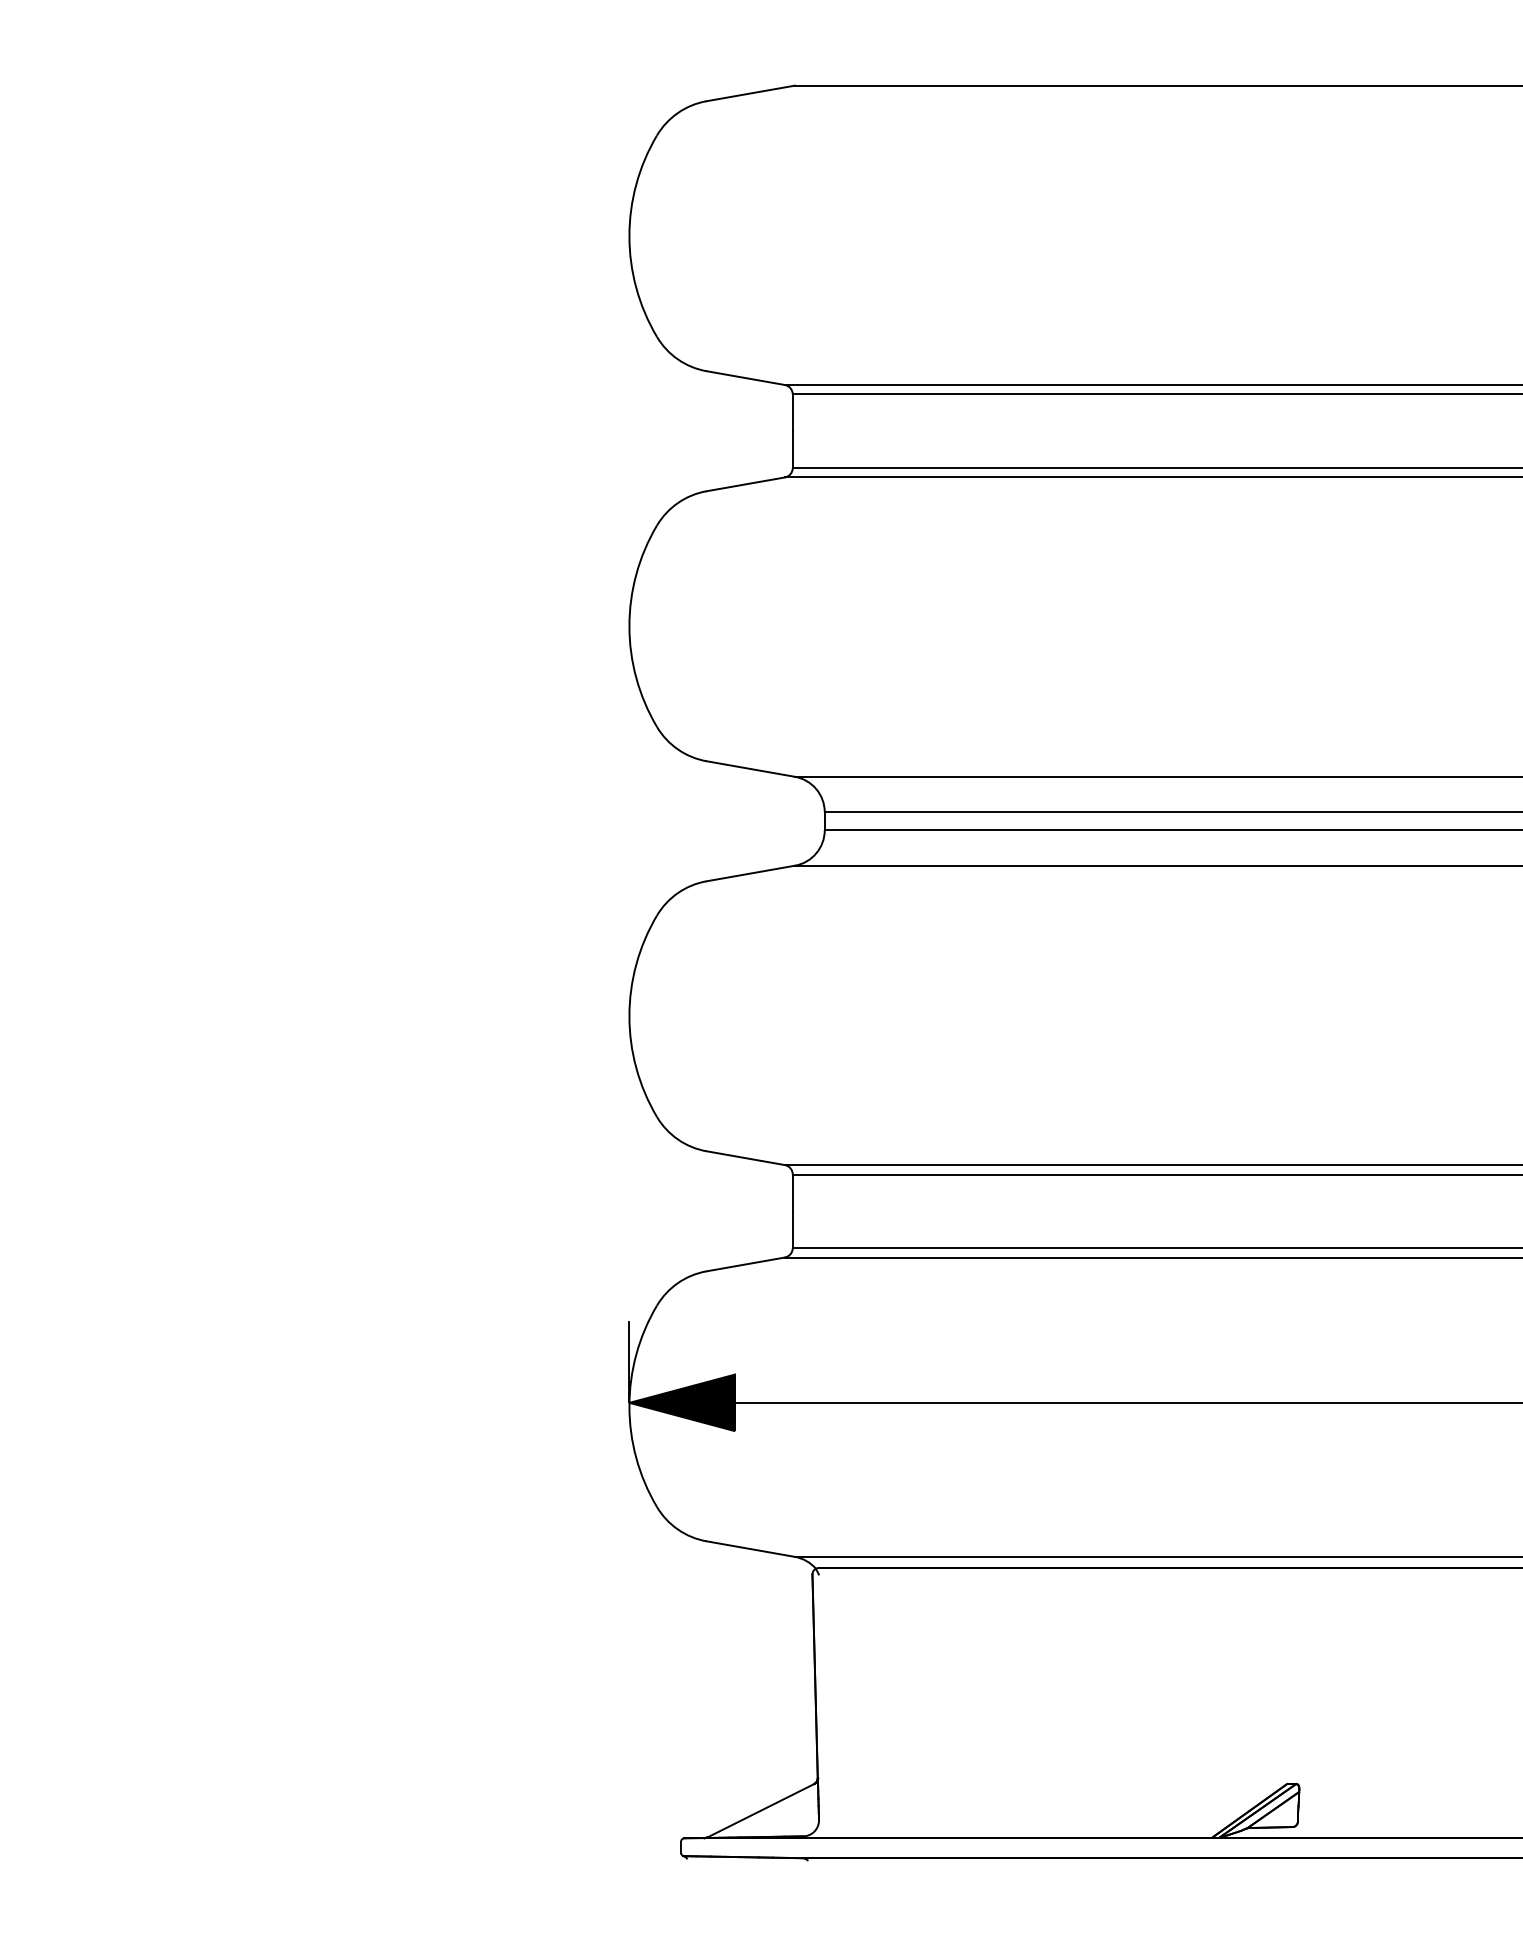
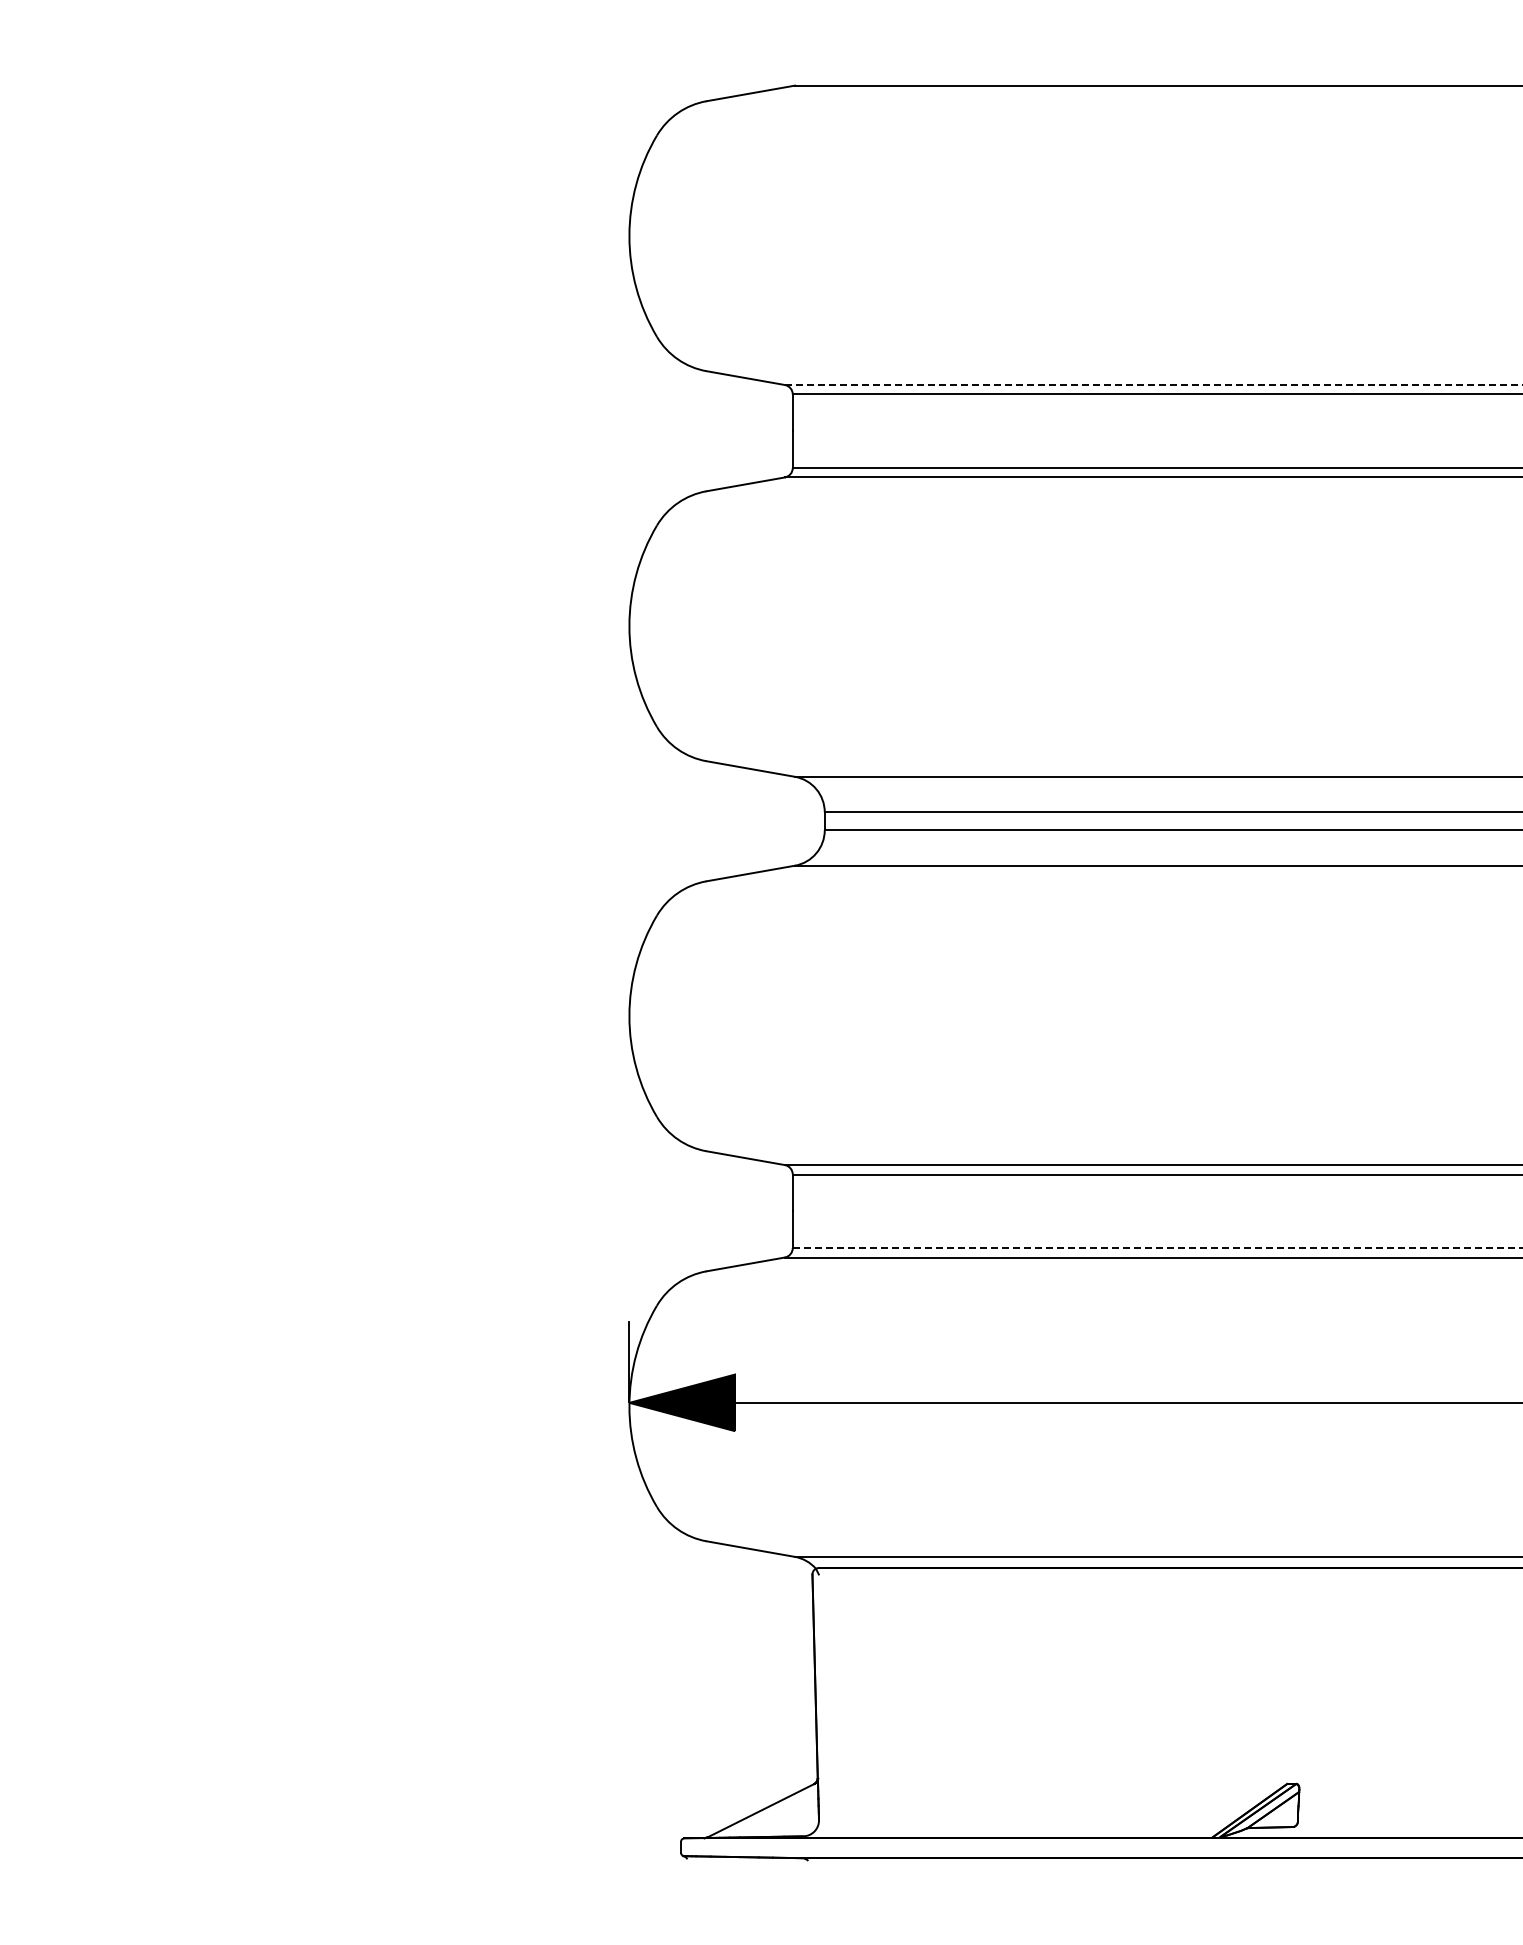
line at (1153, 384): solid -> dashed
line at (1157, 1248): solid -> dashed
